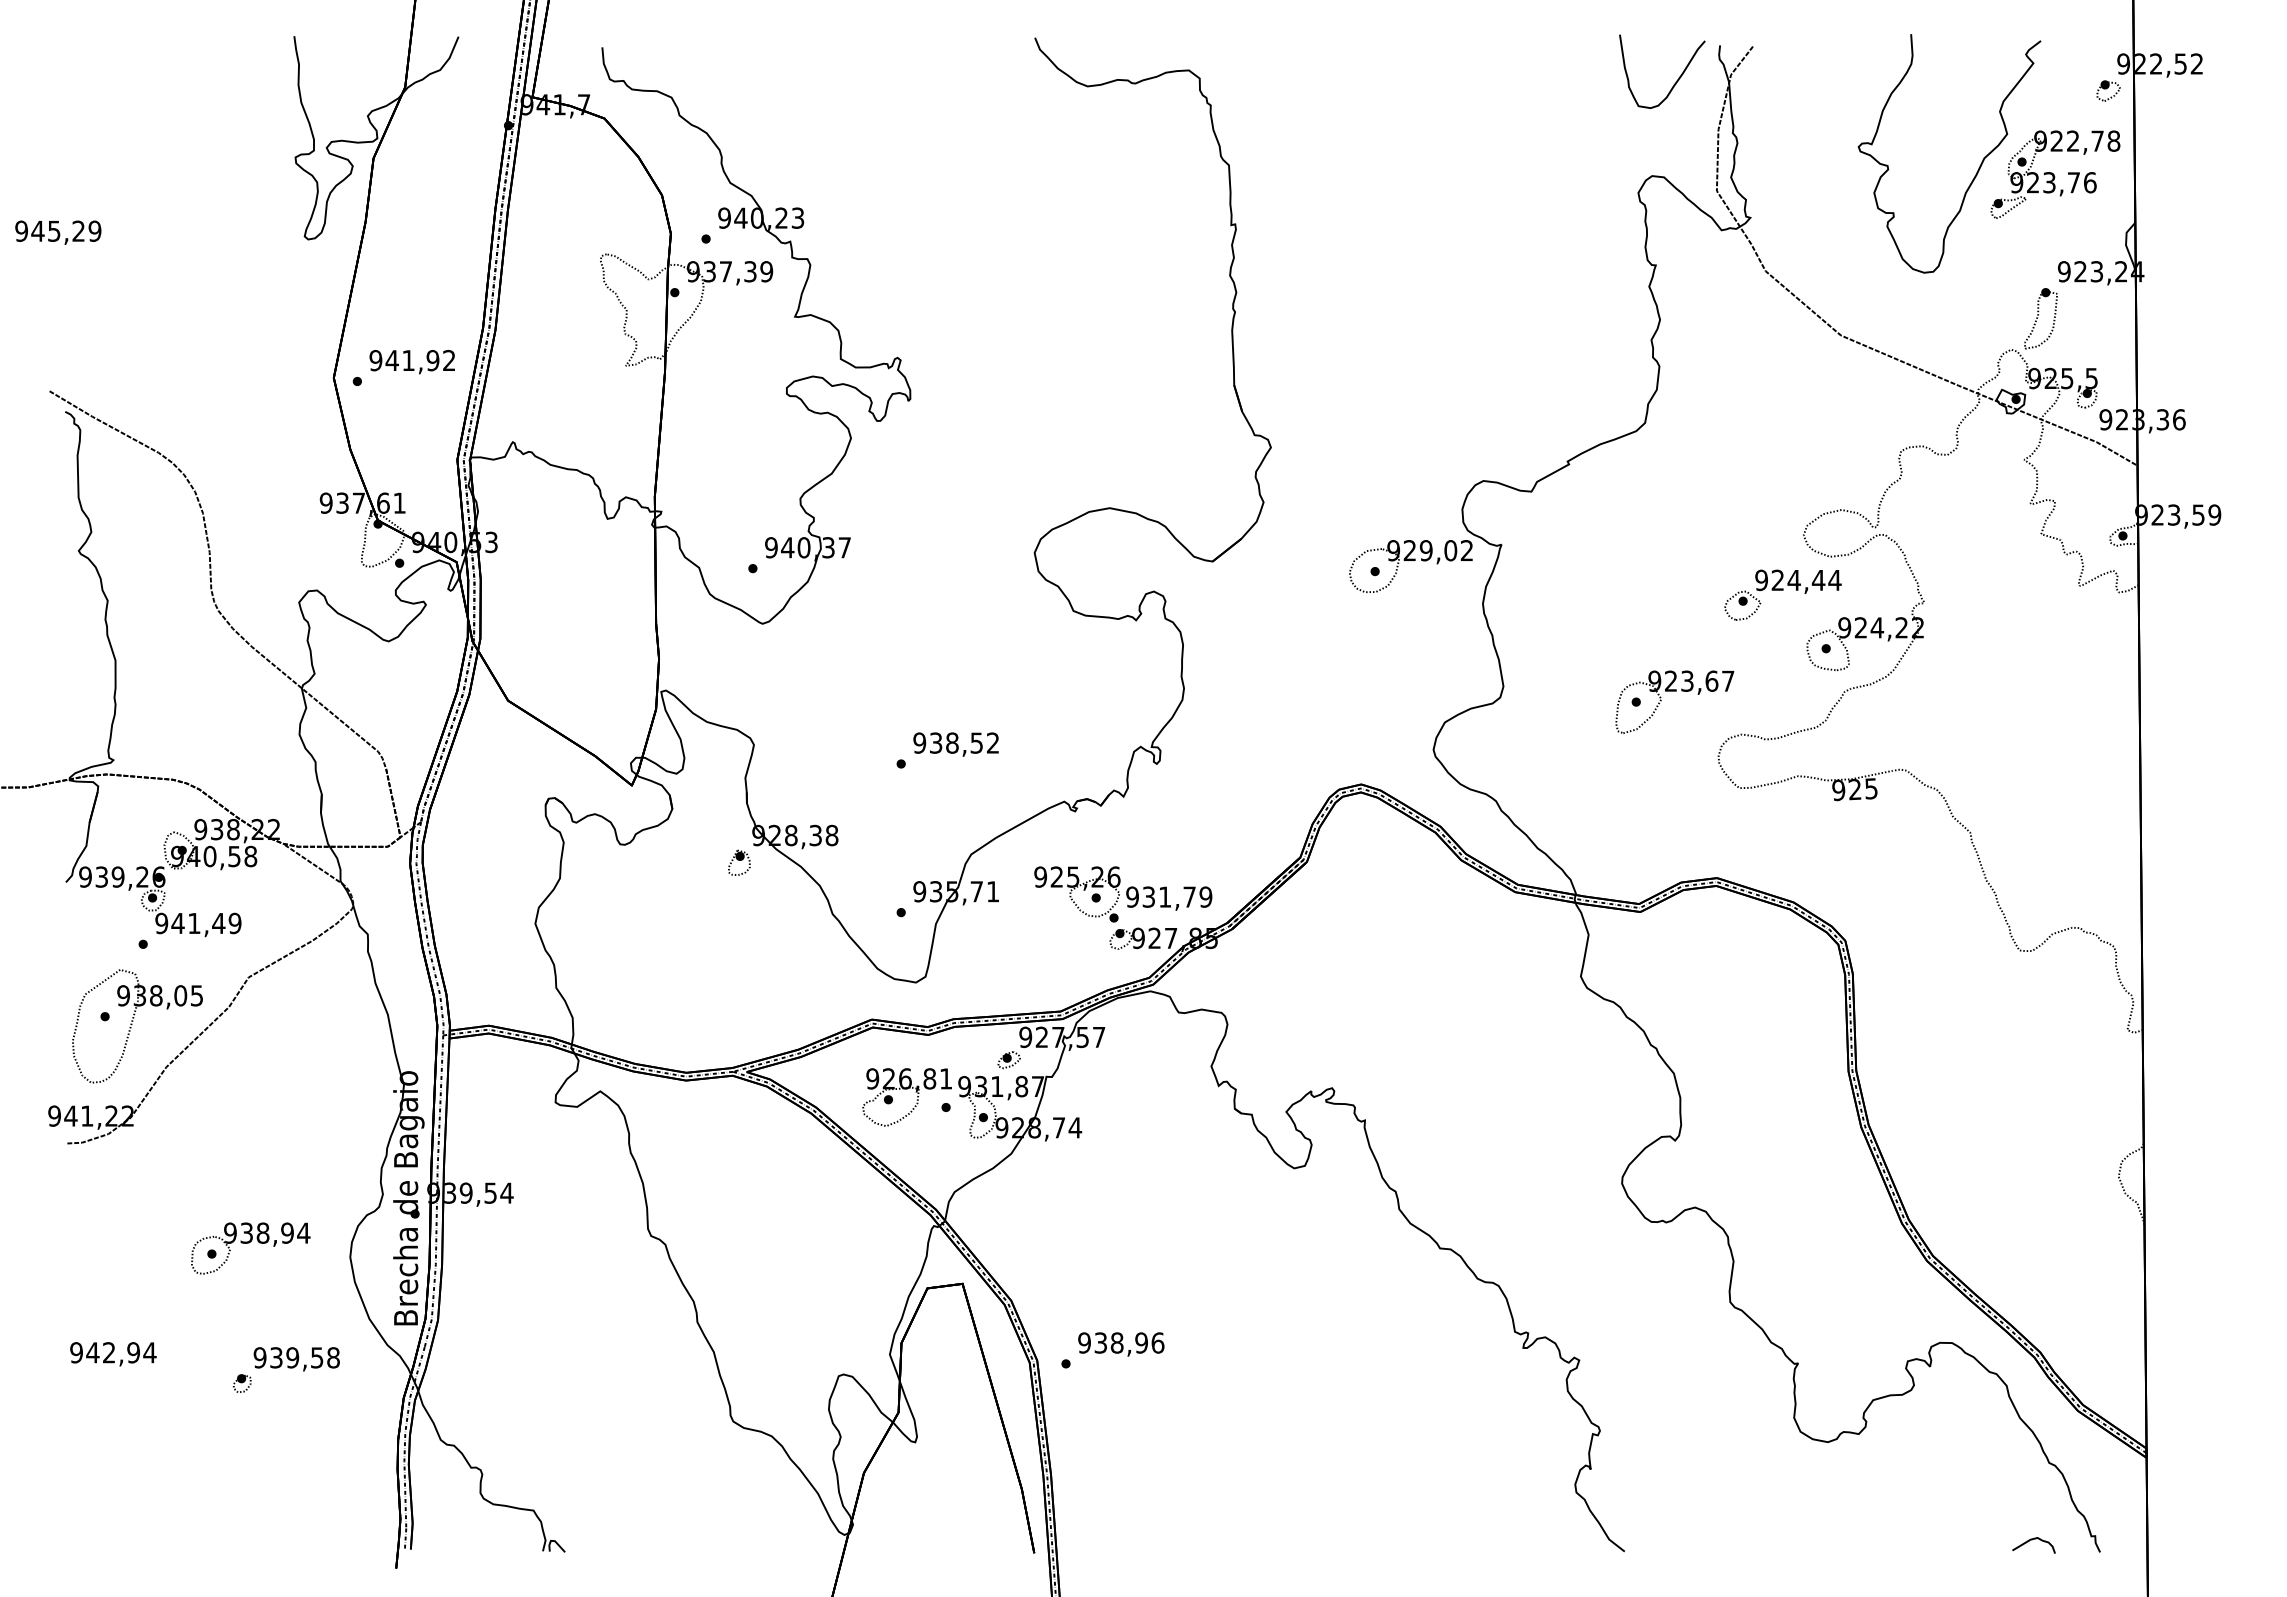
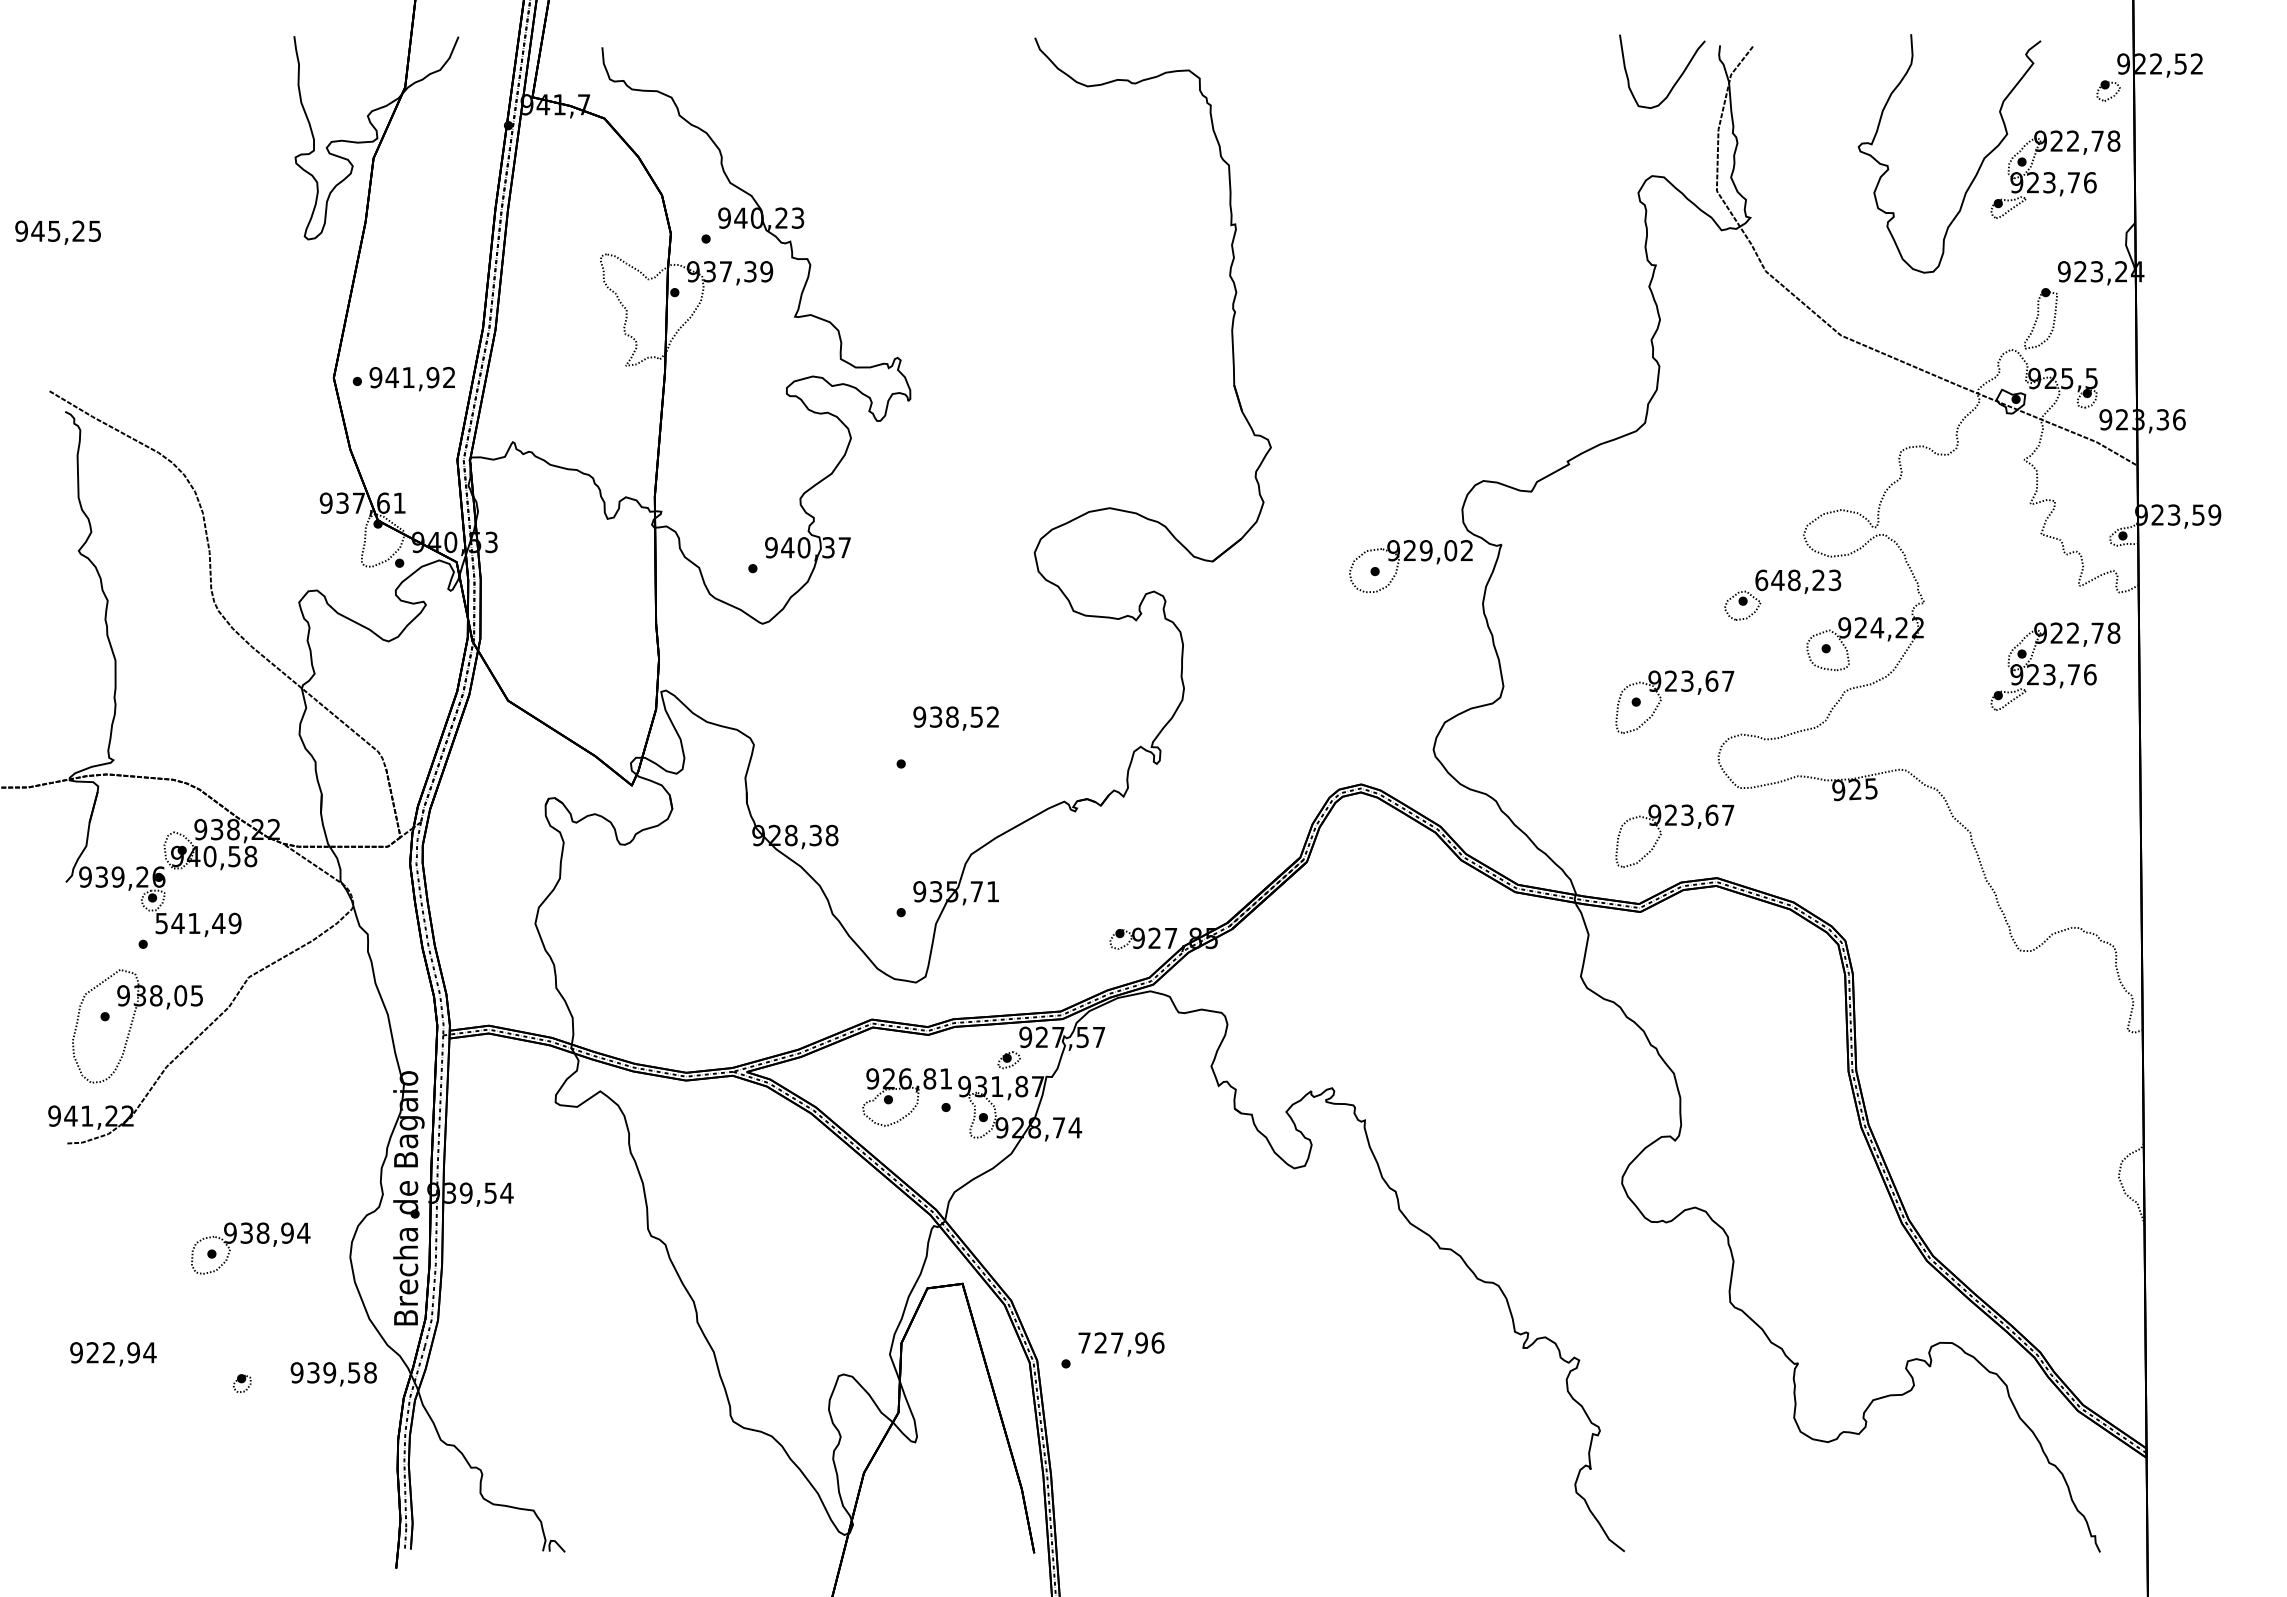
text at (94, 230): 945,29 -> 945,25
text at (411, 362) position: (411, 362) -> (411, 379)
text at (1798, 580): 924,44 -> 648,23
part at (2055, 666): none -> present
text at (955, 744) position: (955, 744) -> (955, 718)
part at (1674, 825): none -> present
part at (739, 862): present -> none
part at (1123, 894): present -> none
text at (161, 922): 941,49 -> 541,49
text at (1100, 1342): 938,96 -> 727,96
text at (92, 1352): 942,94 -> 922,94
text at (296, 1359) position: (296, 1359) -> (333, 1374)
curve at (2032, 1540): present -> none
